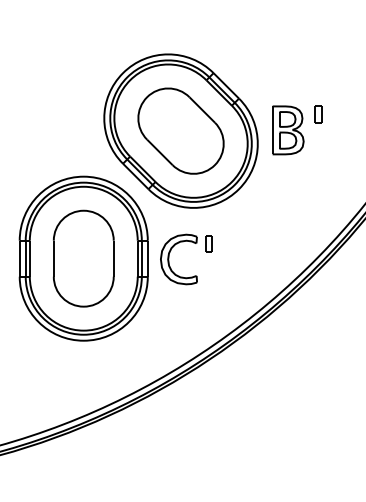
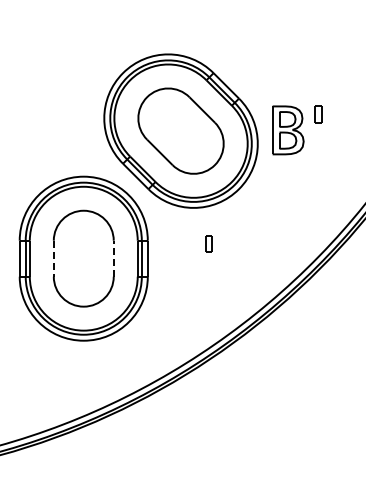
line at (53, 258): solid -> dashed
line at (113, 258): solid -> dashed
part at (169, 259): present -> none
